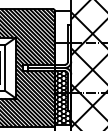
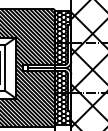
hatch at (63, 37): none -> present
